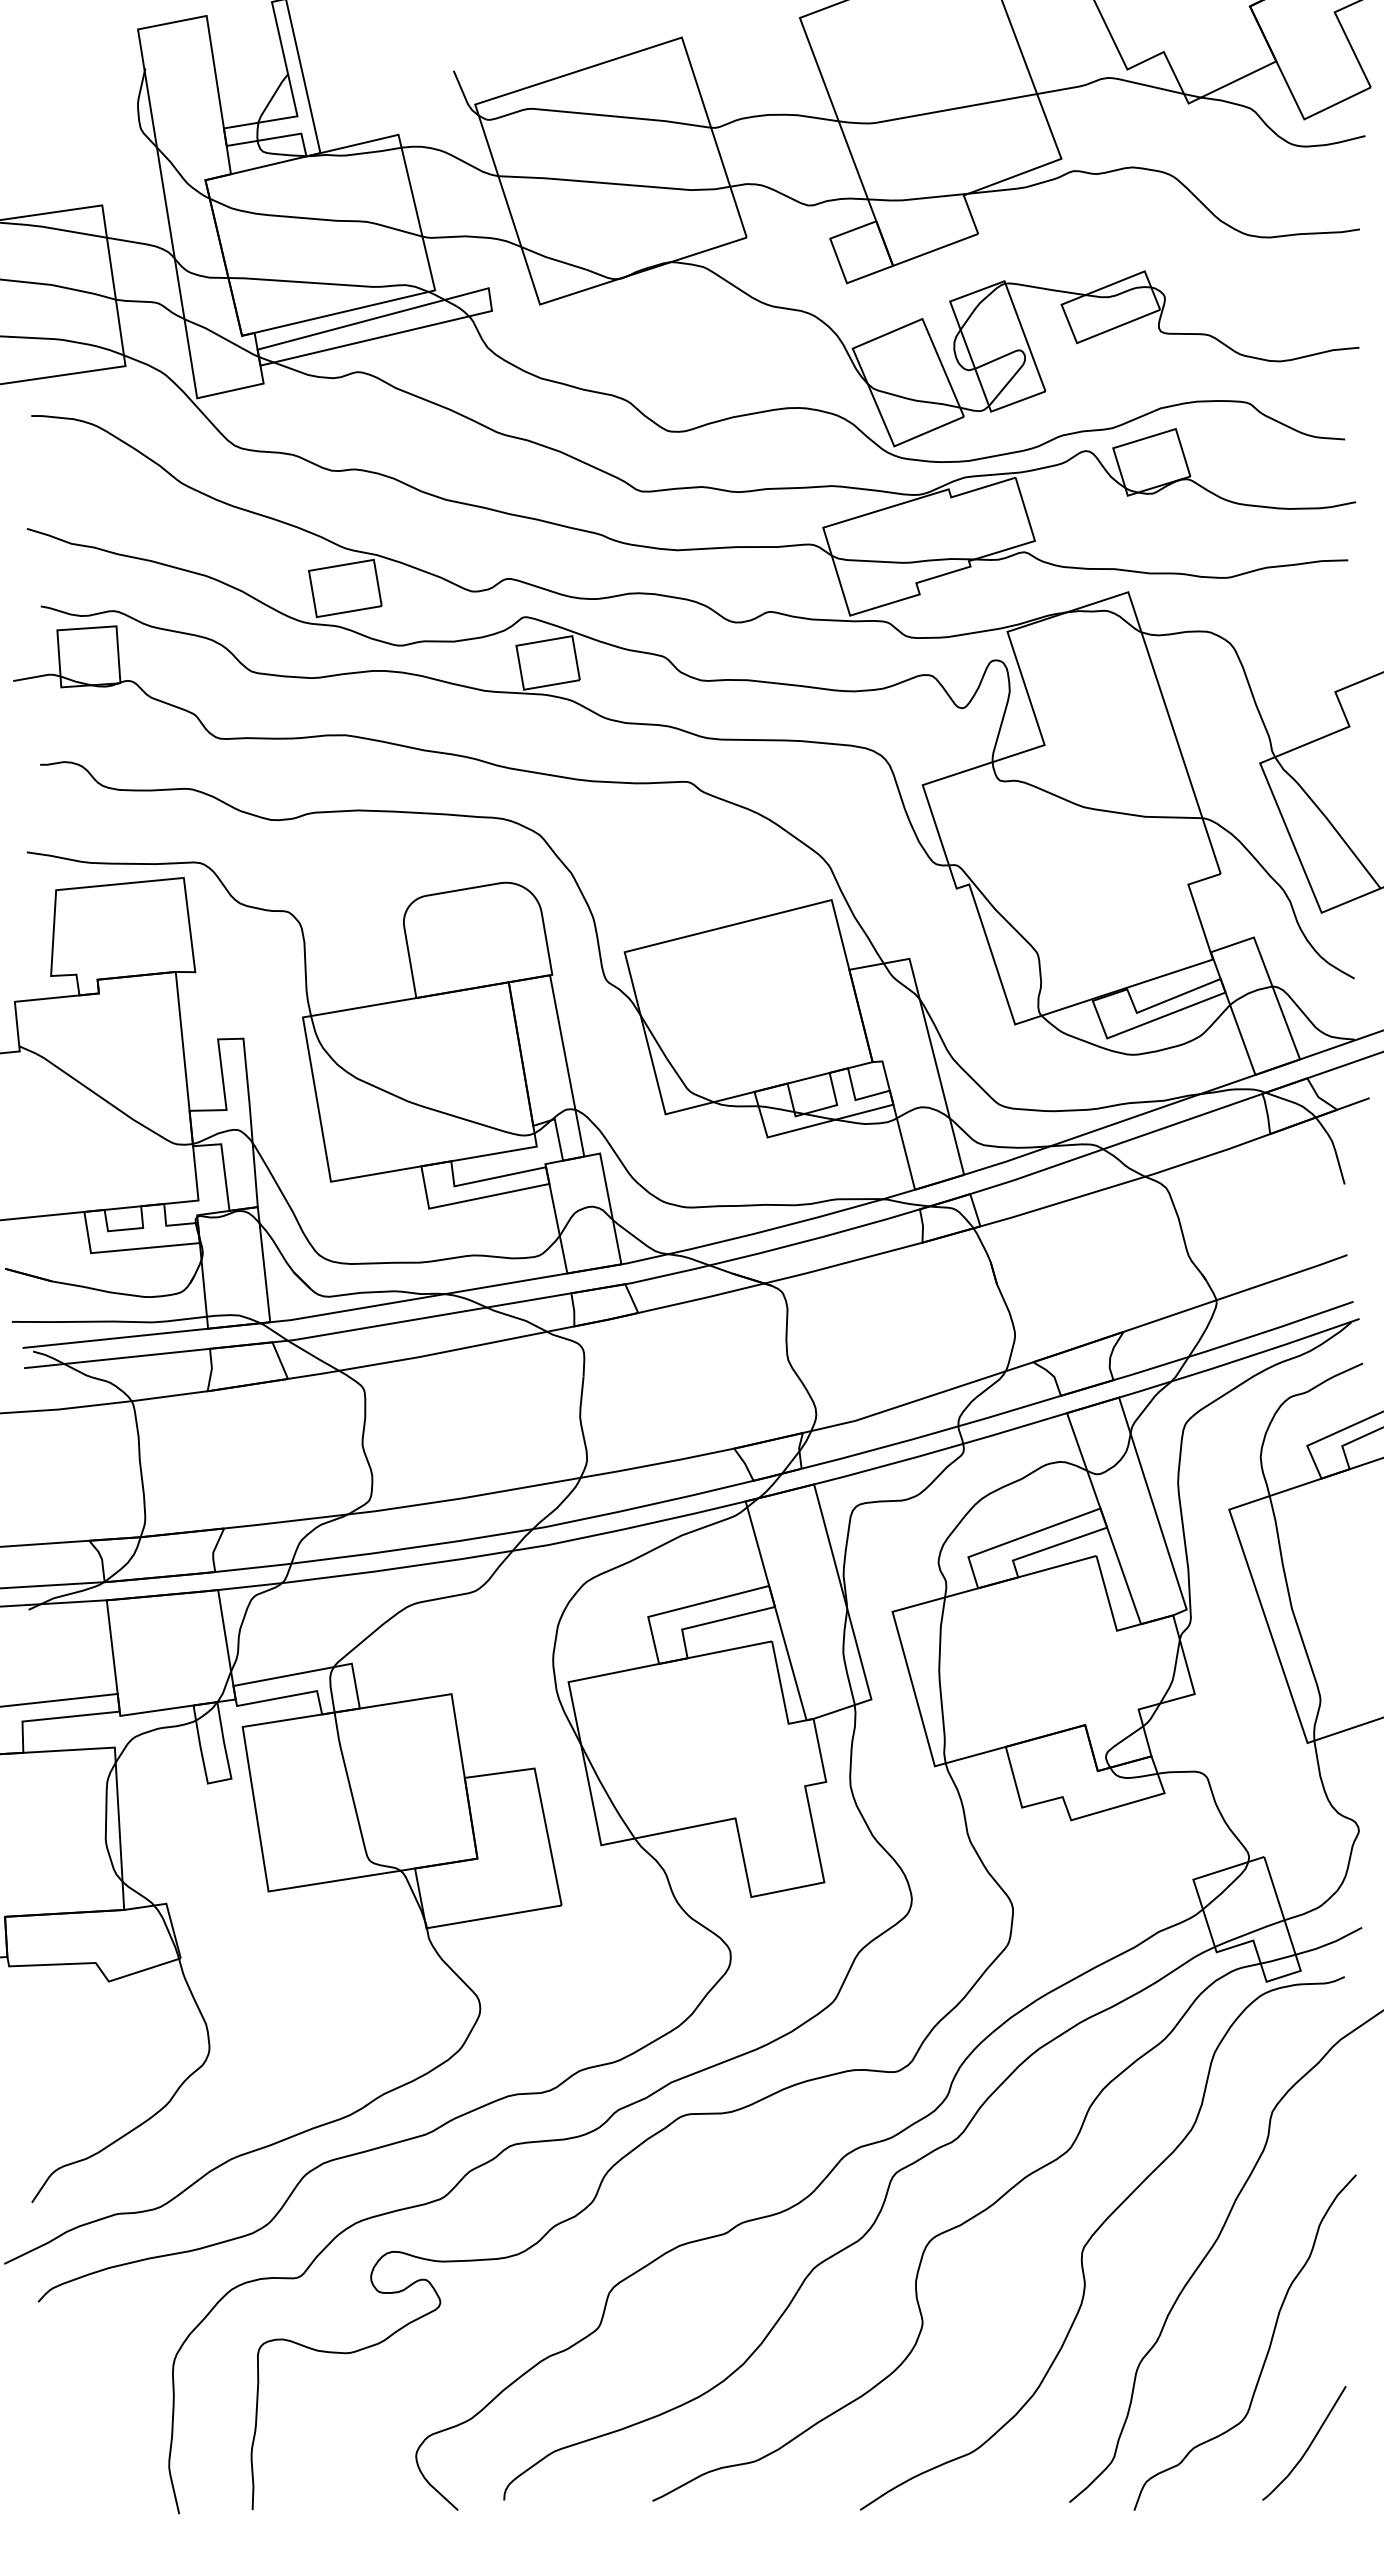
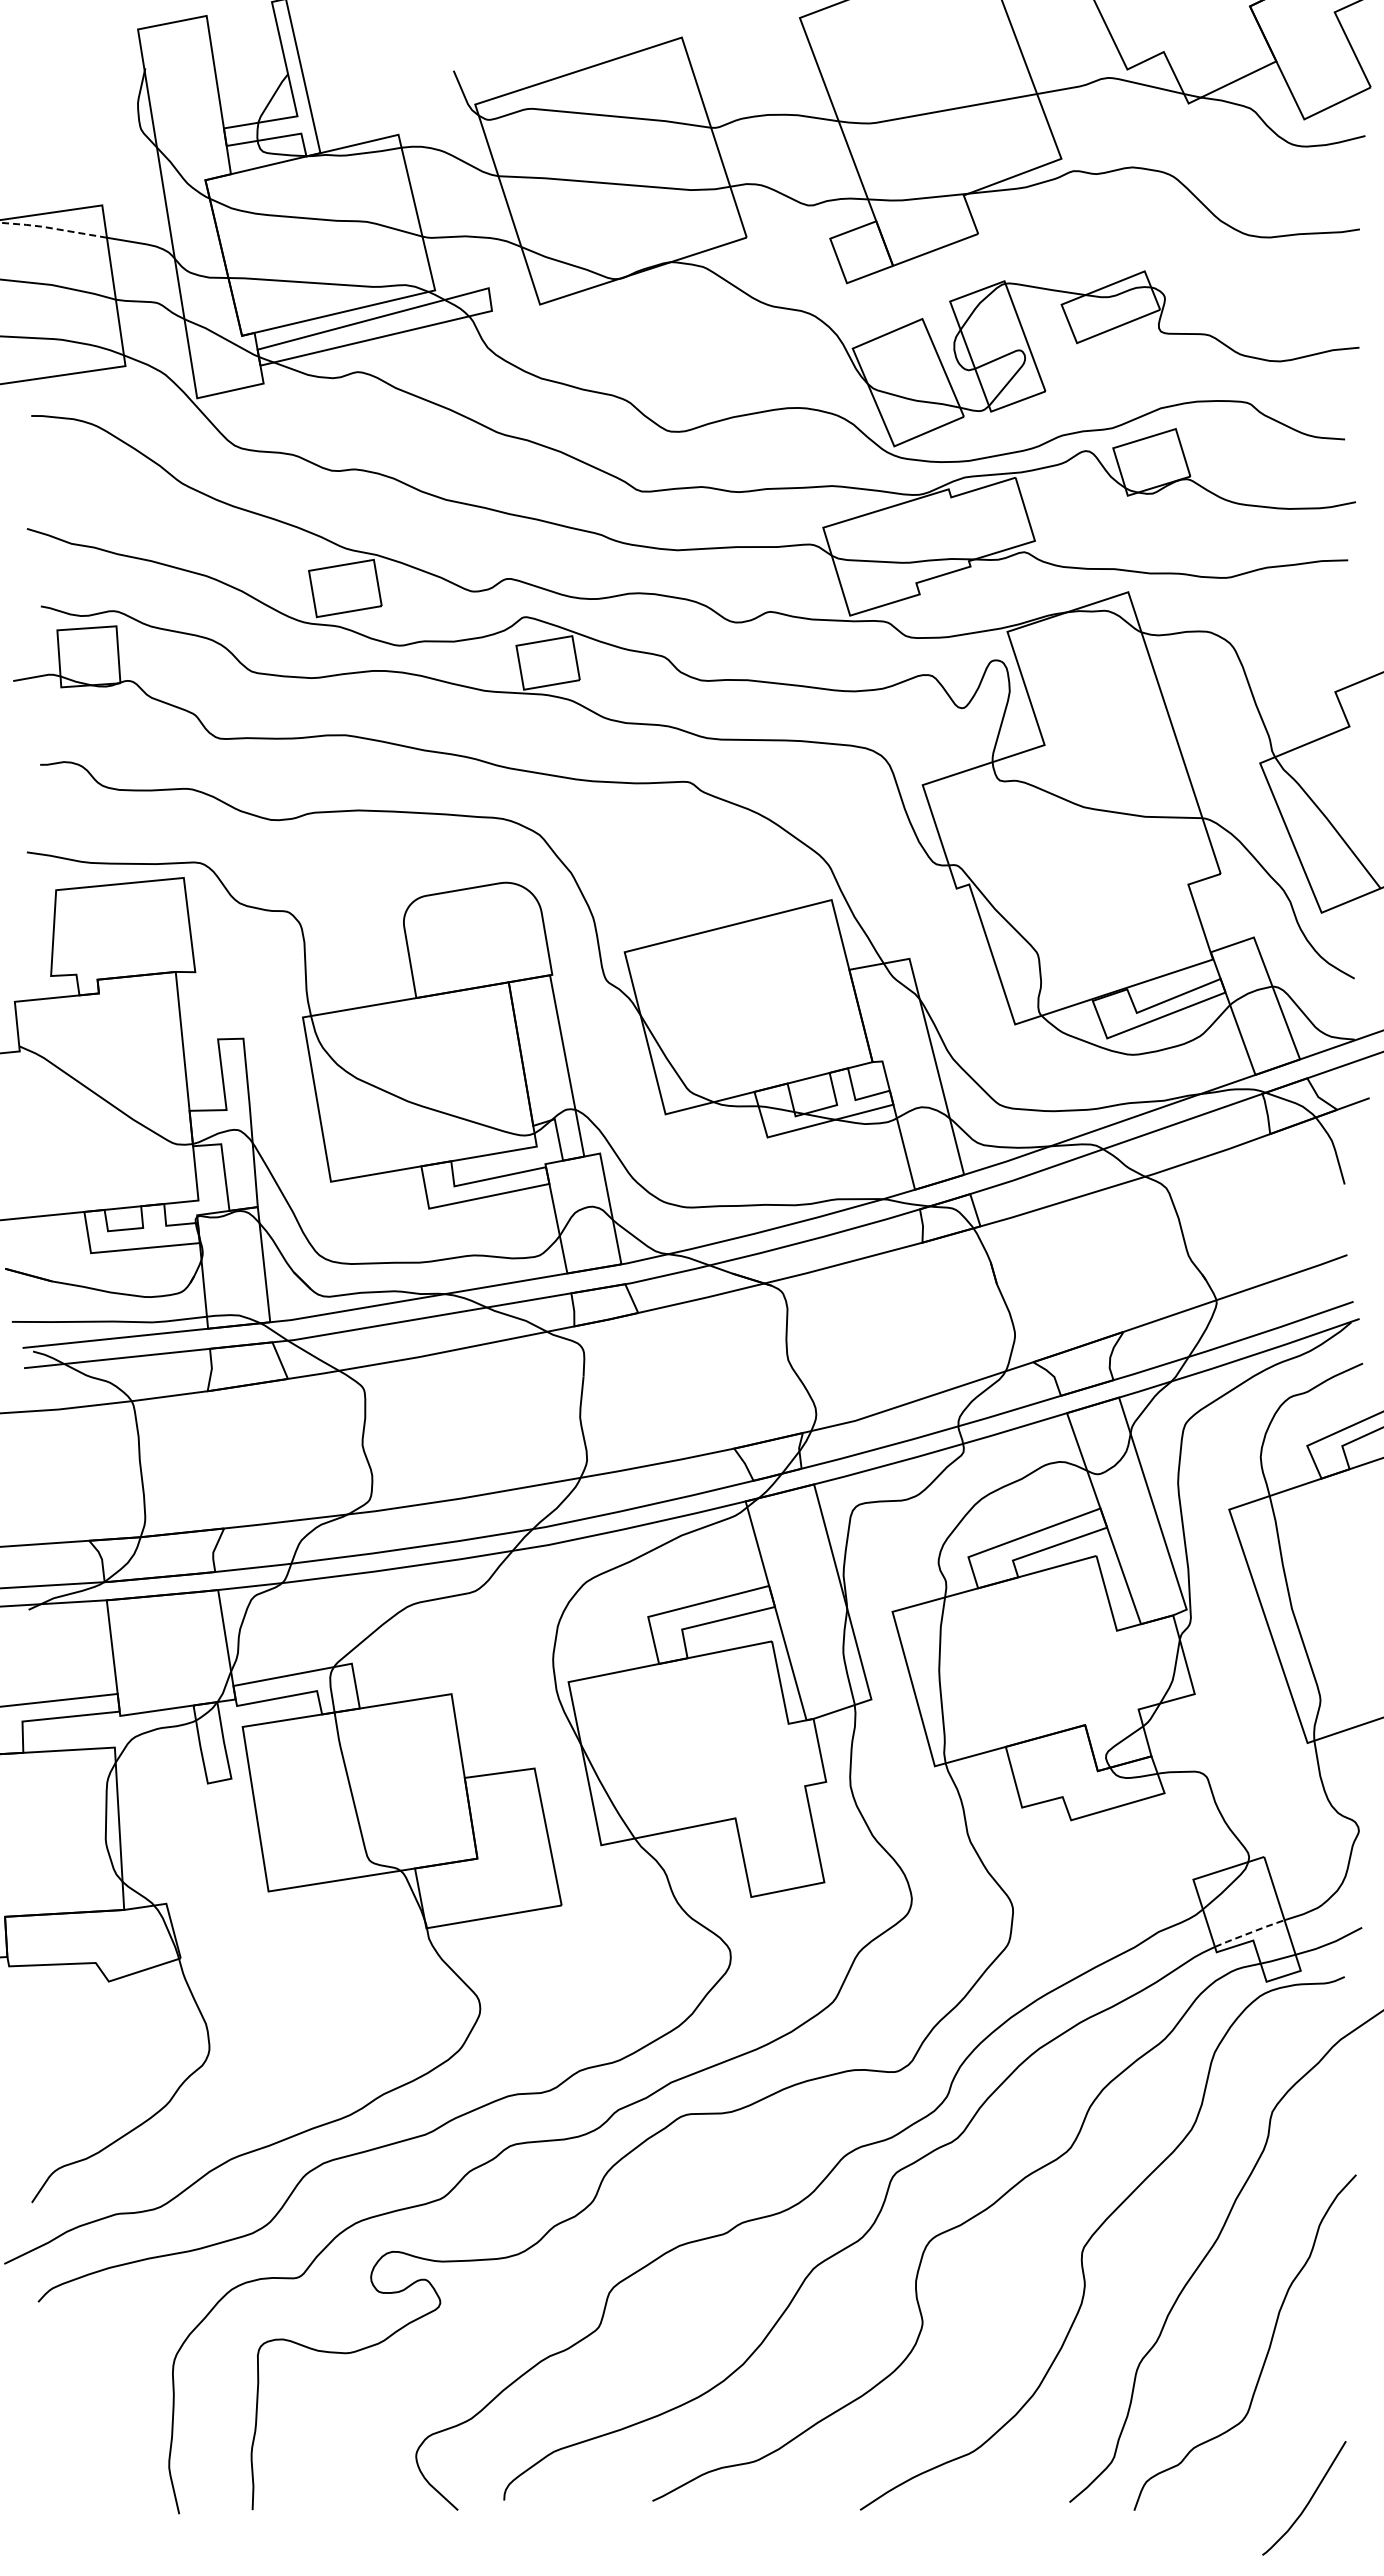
line at (52, 228): solid -> dashed
line at (1249, 1933): solid -> dashed
curve at (1308, 2446) position: (1308, 2446) -> (1308, 2501)
